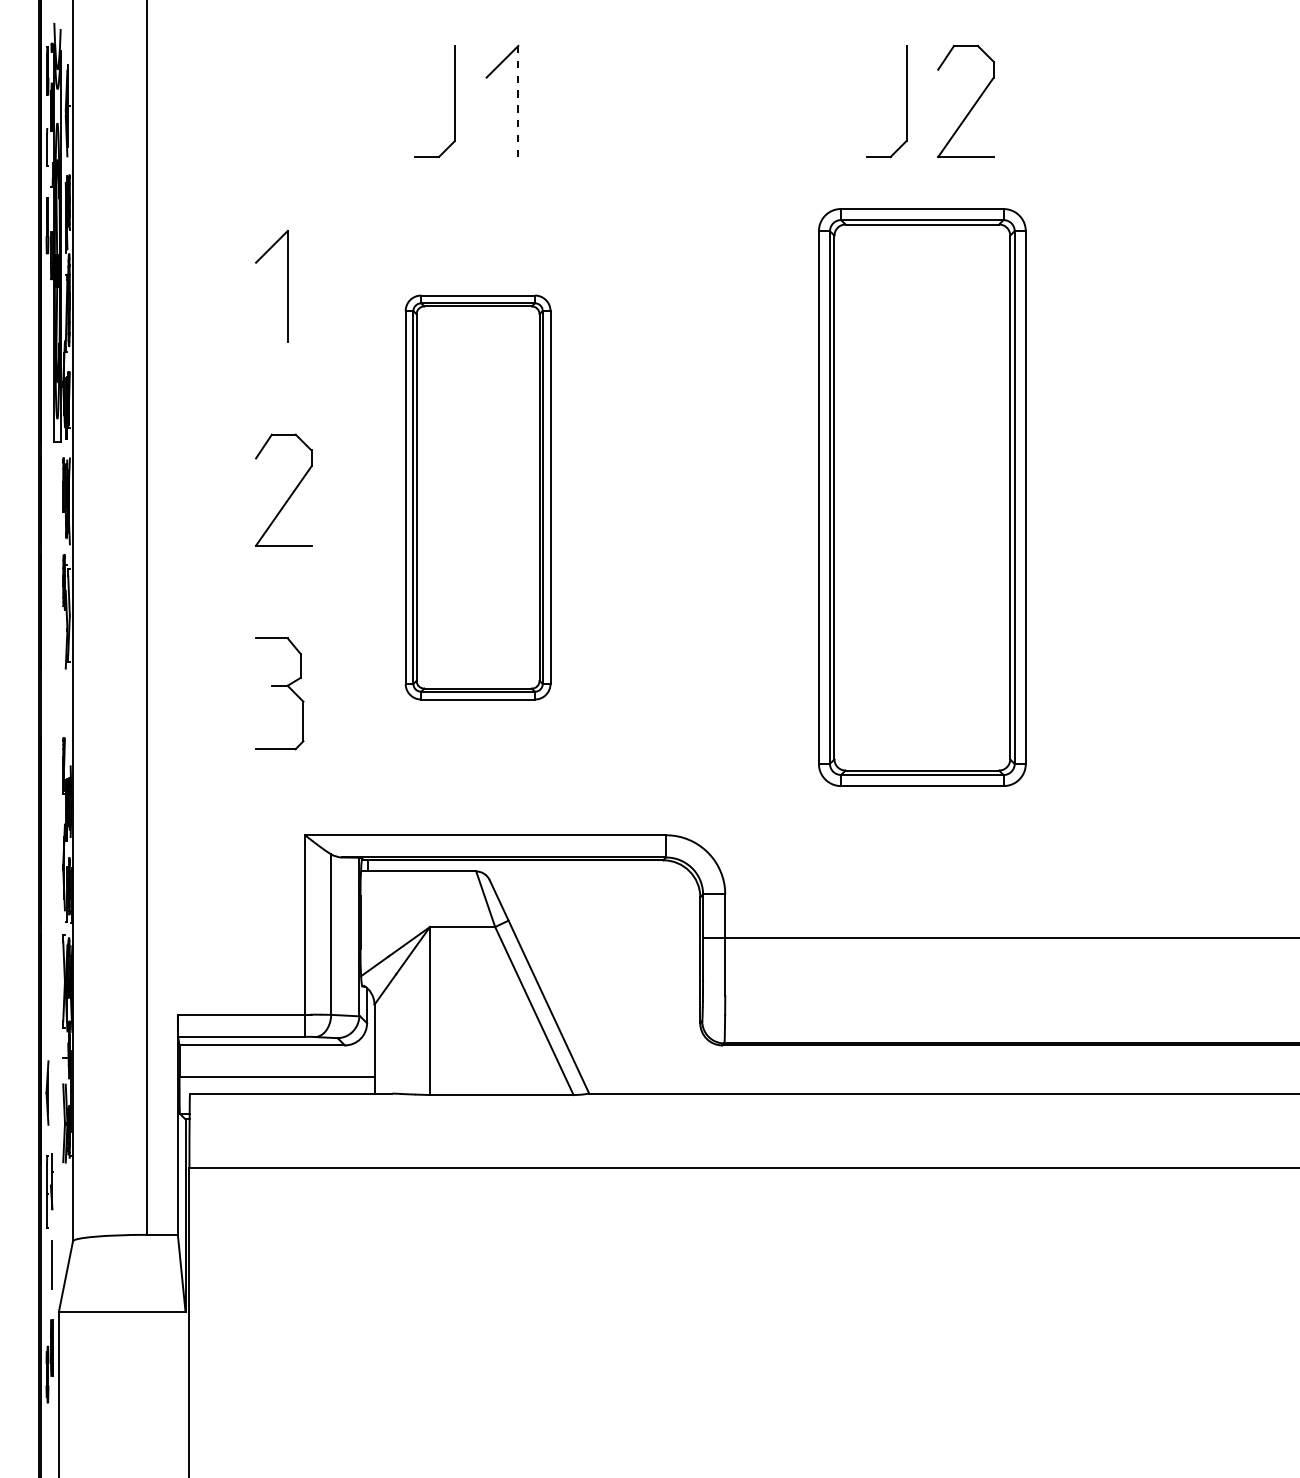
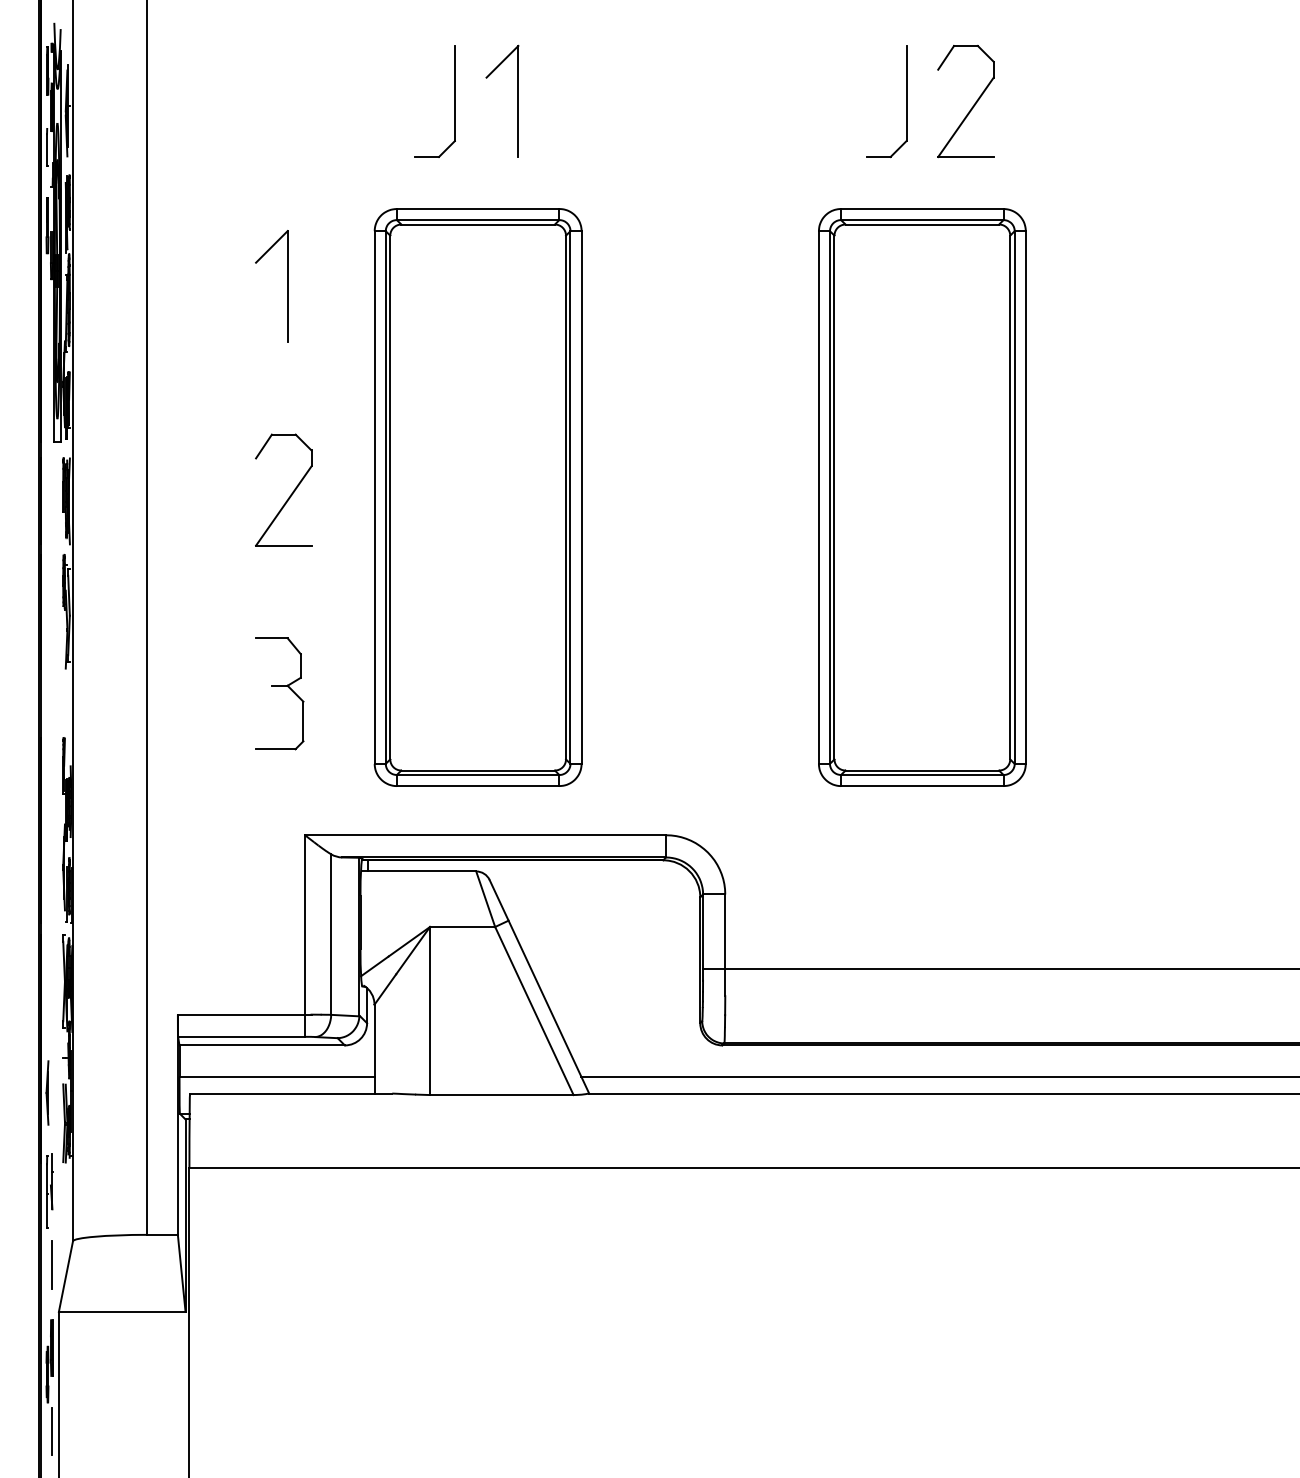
line at (518, 101): dashed -> solid
part at (477, 497) size: 148x407 px -> 210x579 px
line at (999, 938) position: (999, 938) -> (999, 969)
line at (938, 1076): none -> present
line at (52, 1431): none -> present
